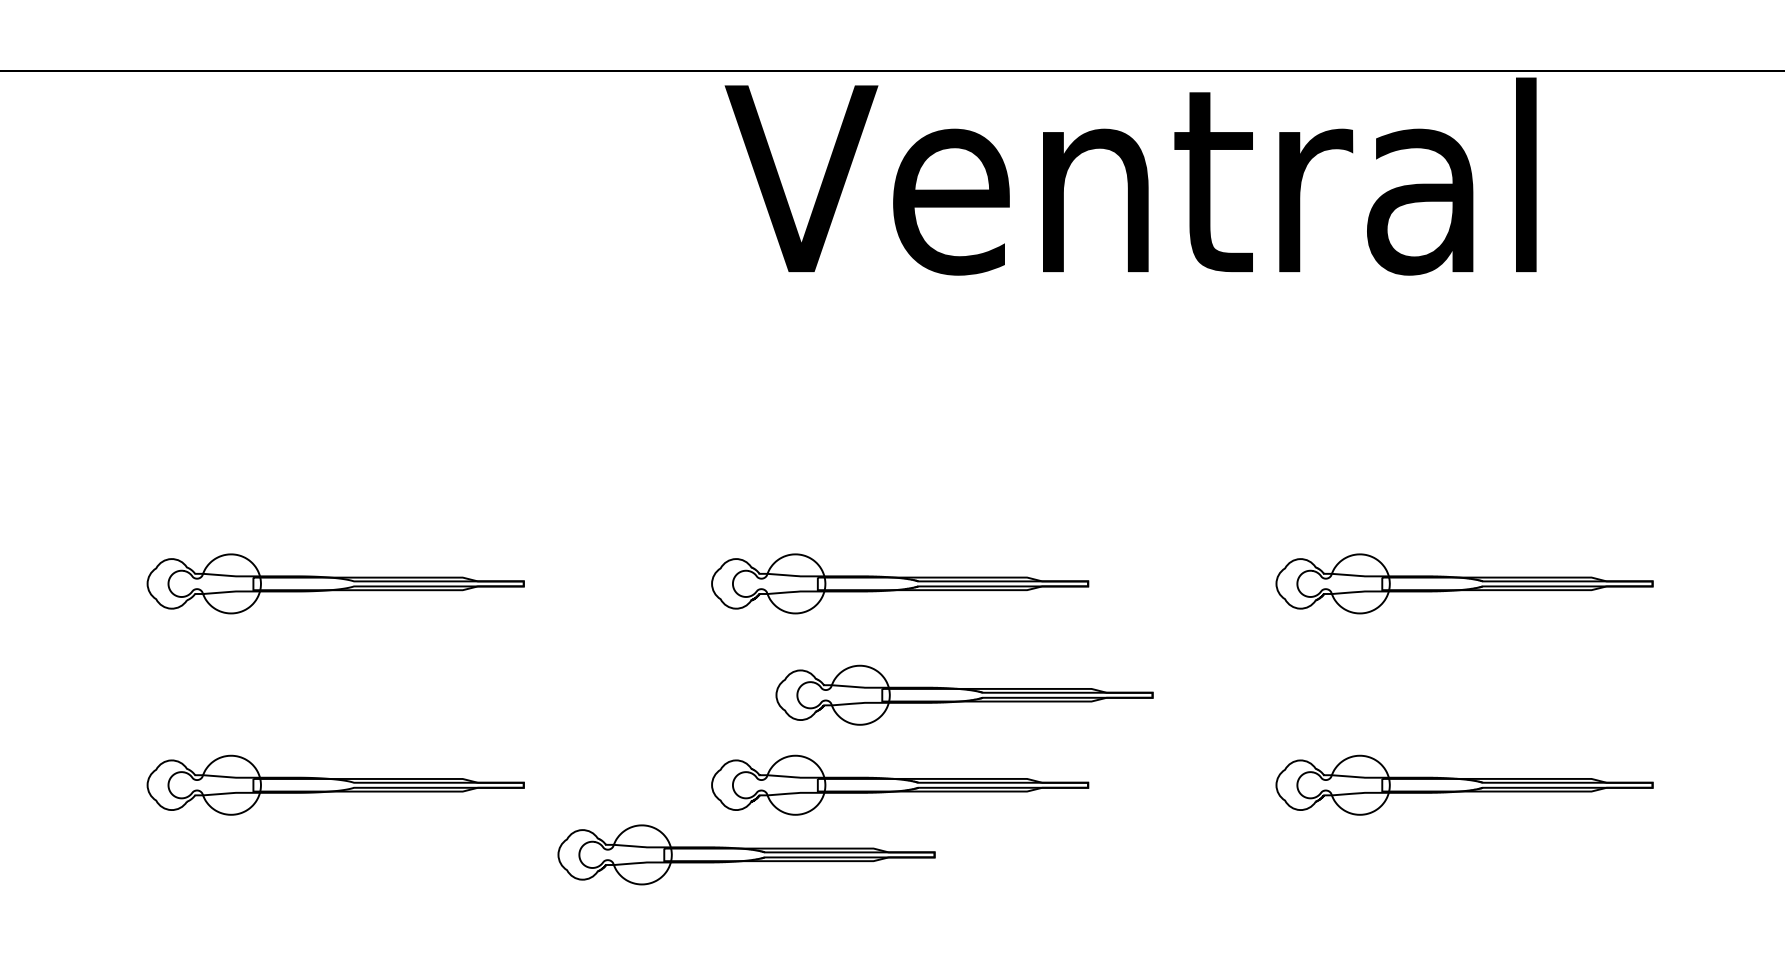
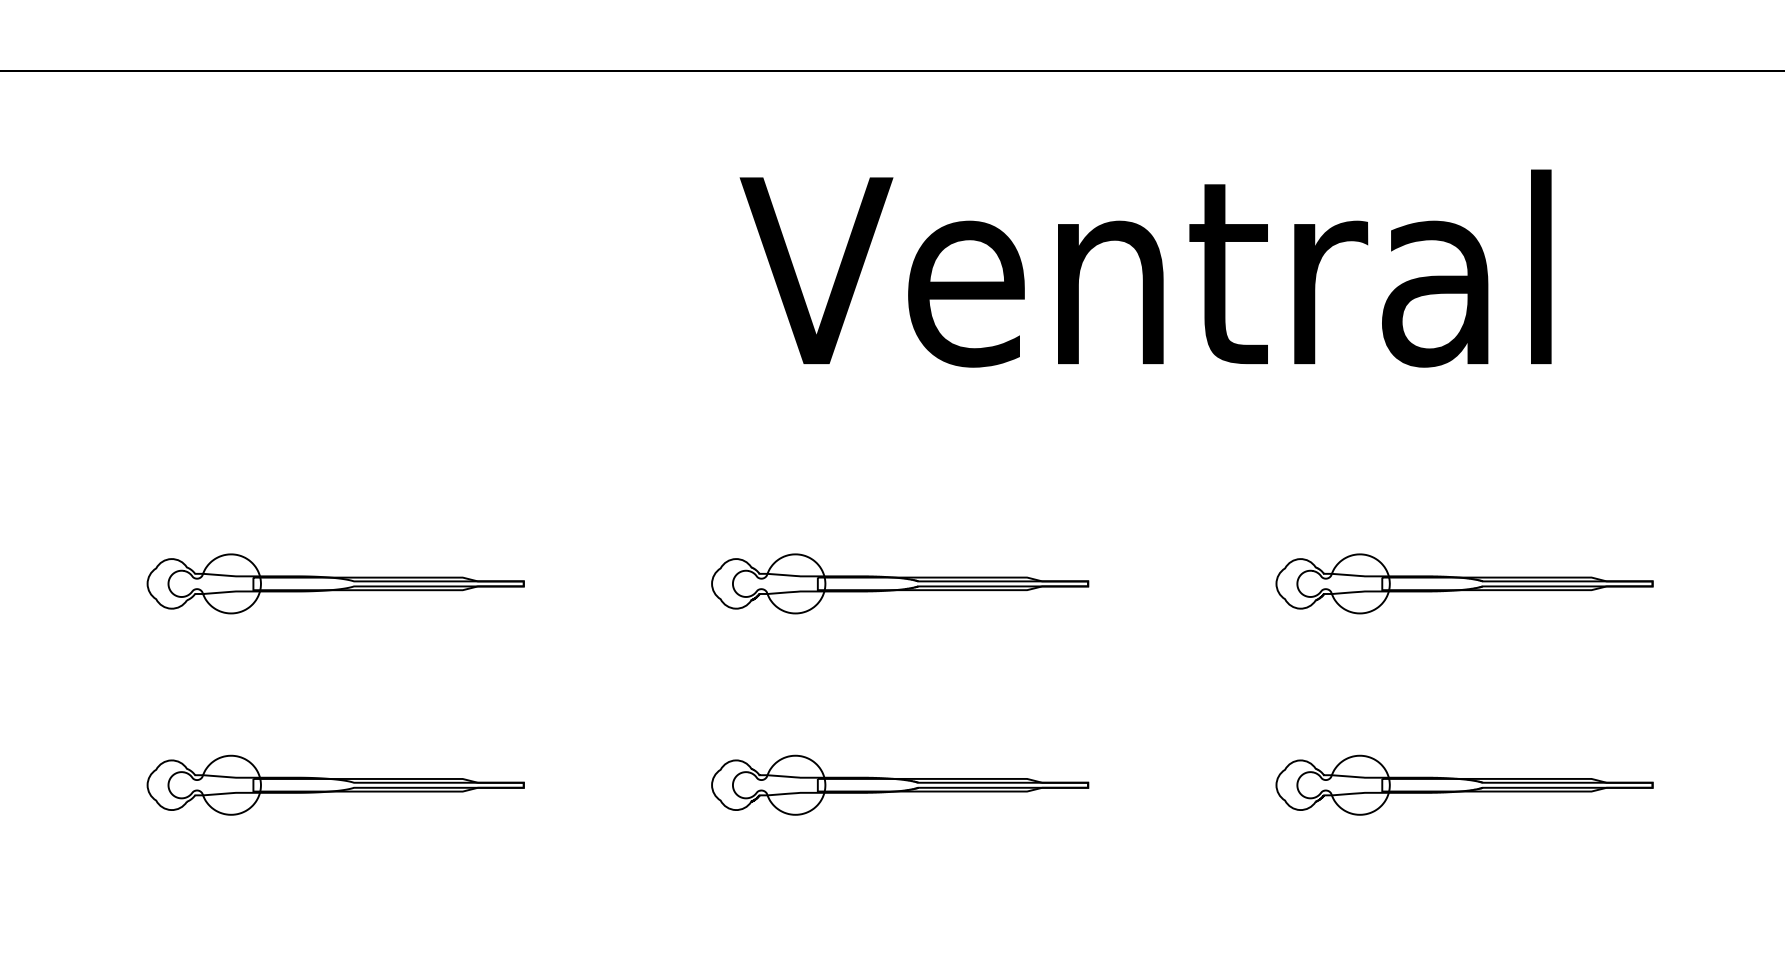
text at (1130, 176) position: (1130, 176) -> (1145, 268)
part at (964, 694): present -> none
part at (746, 854): present -> none
